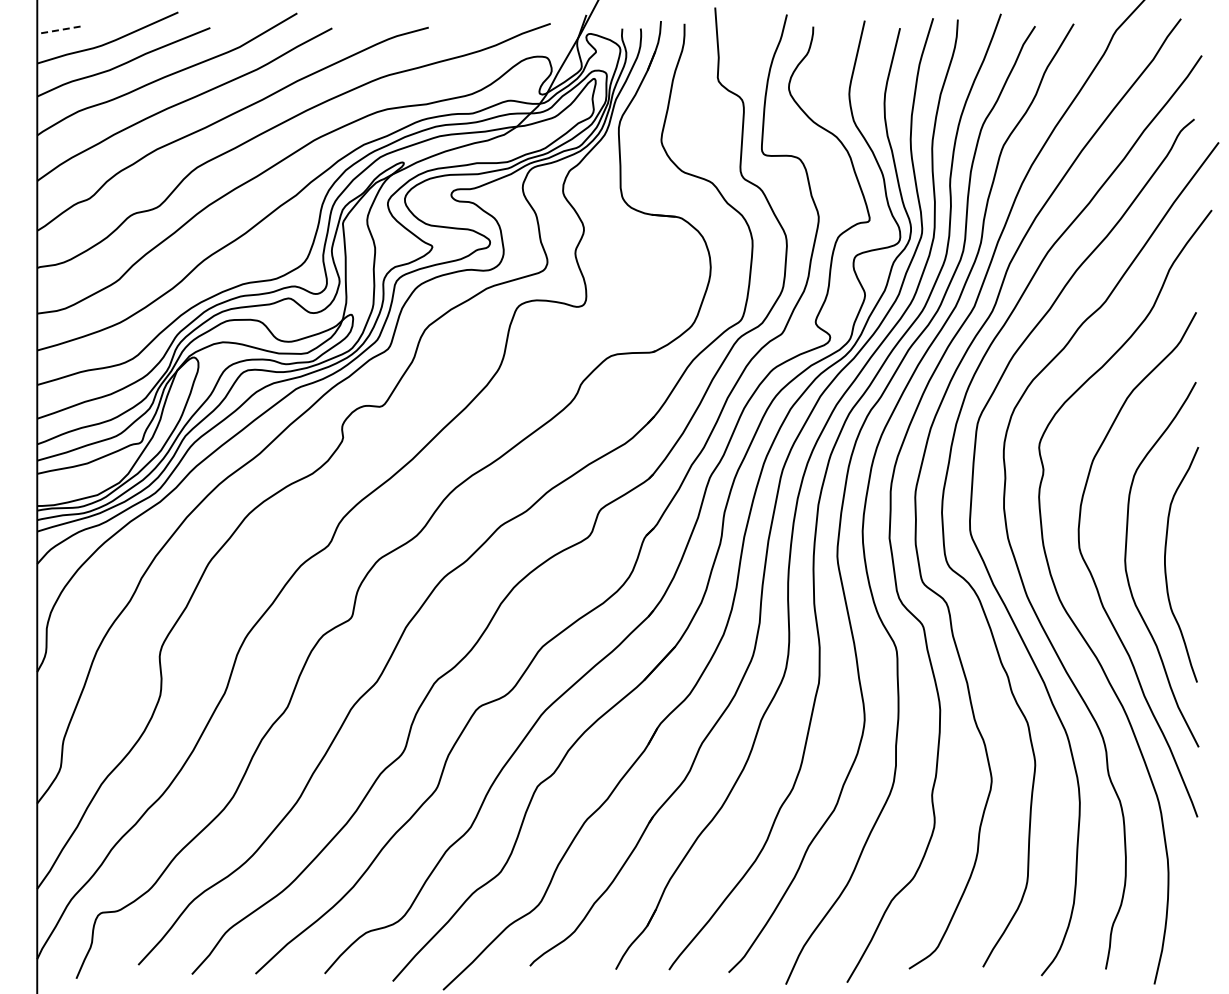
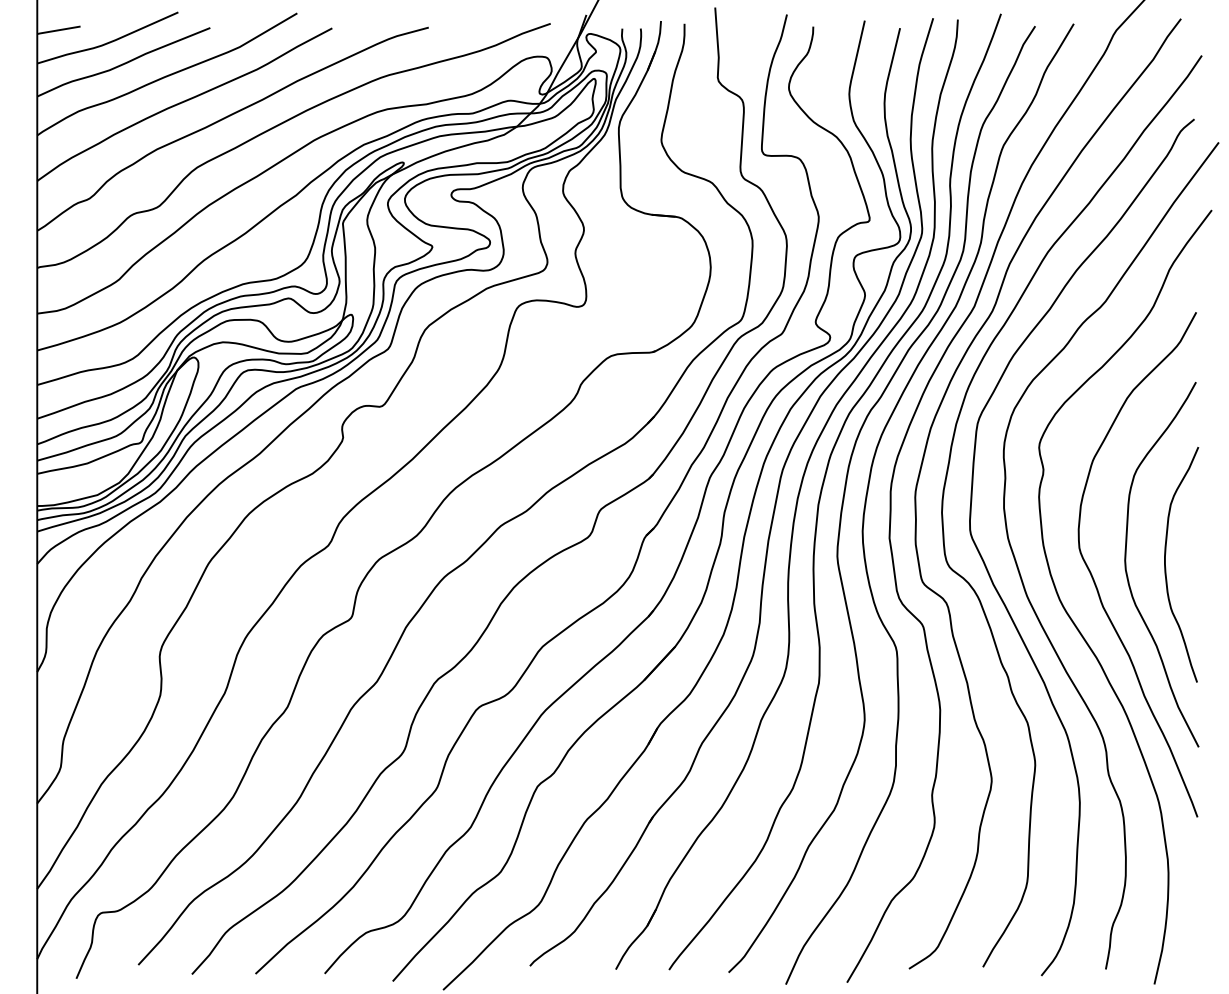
line at (58, 30): dashed -> solid
